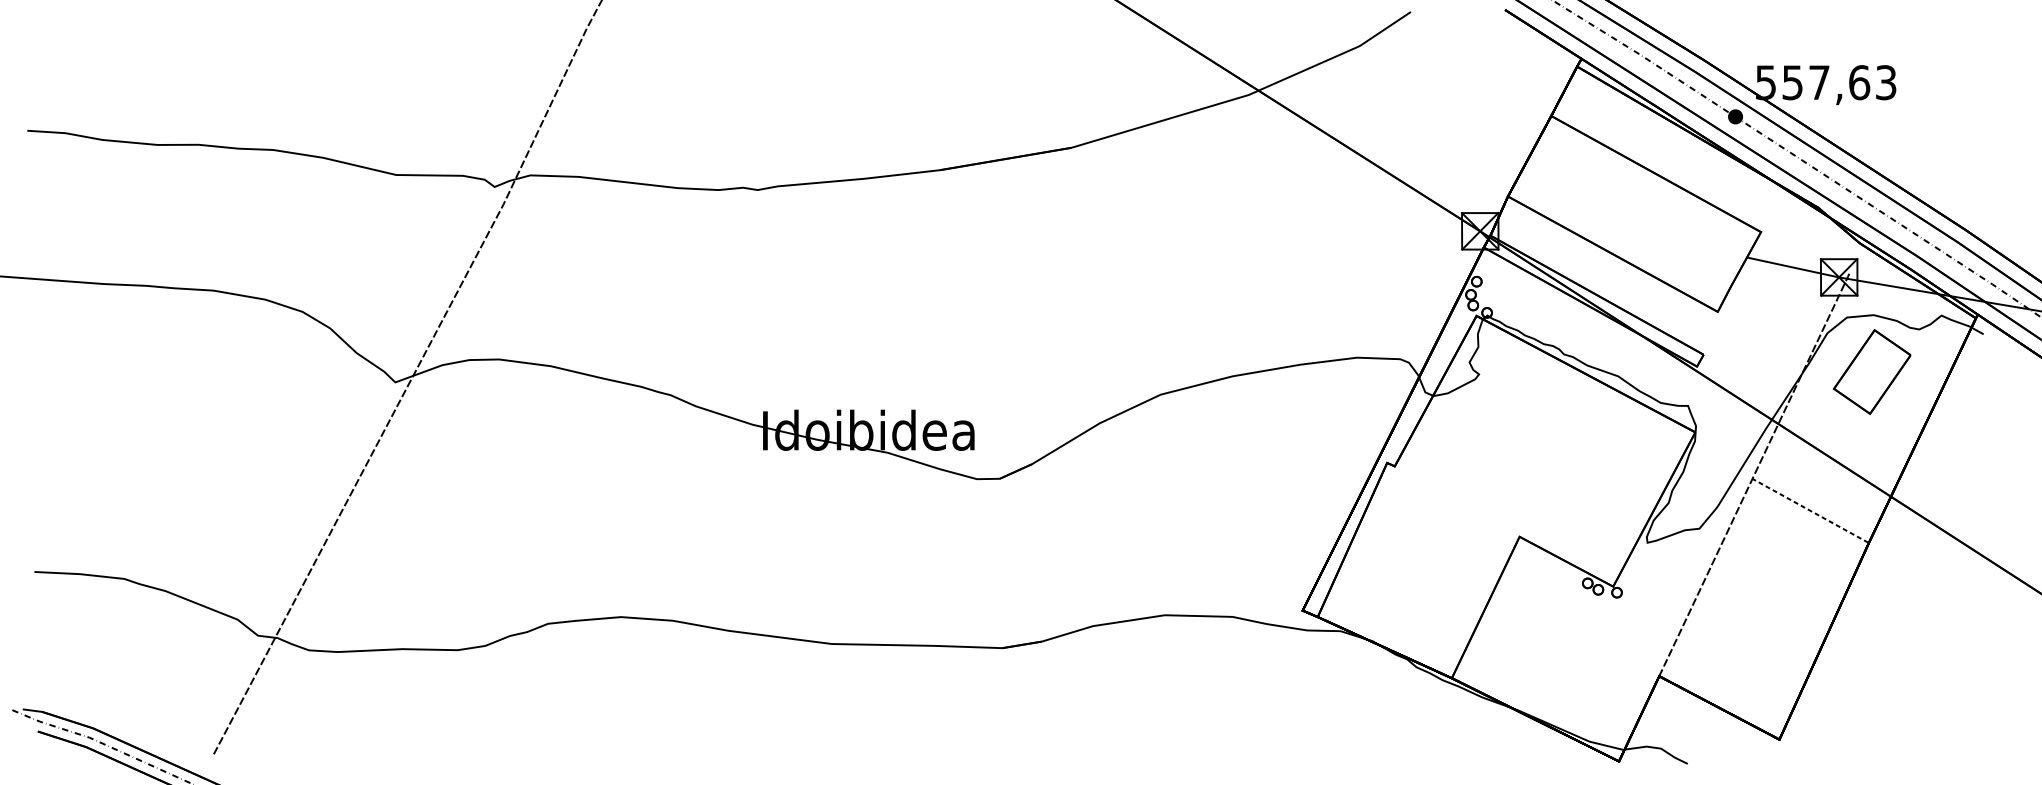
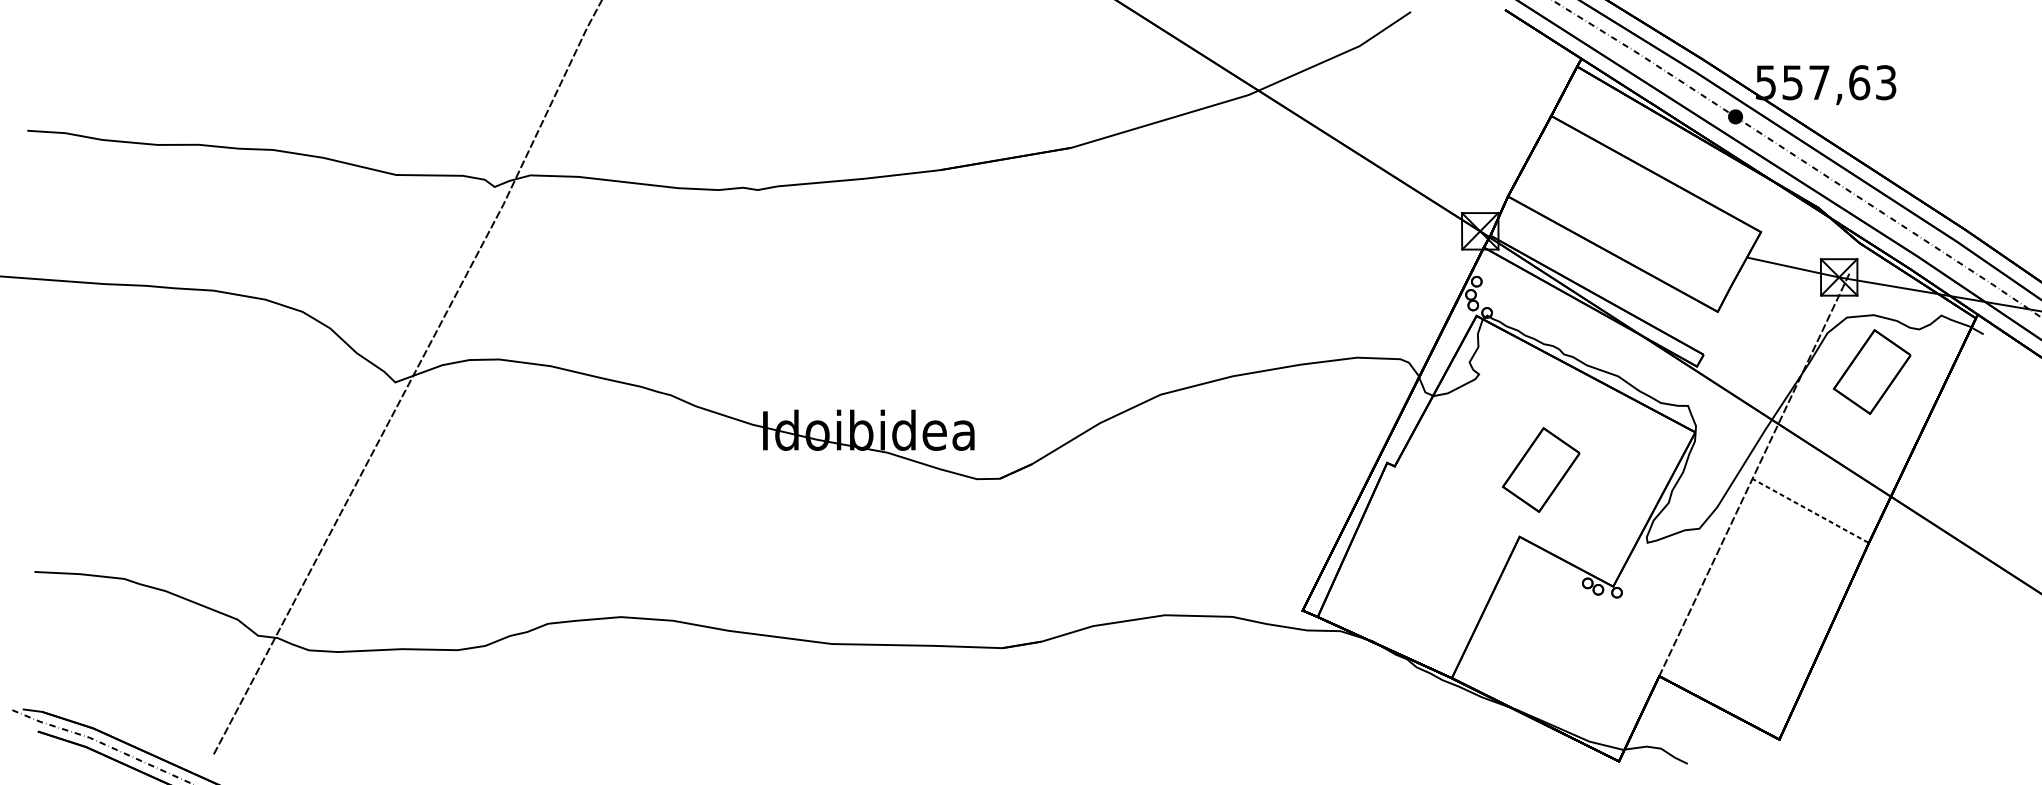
part at (1540, 469): none -> present
